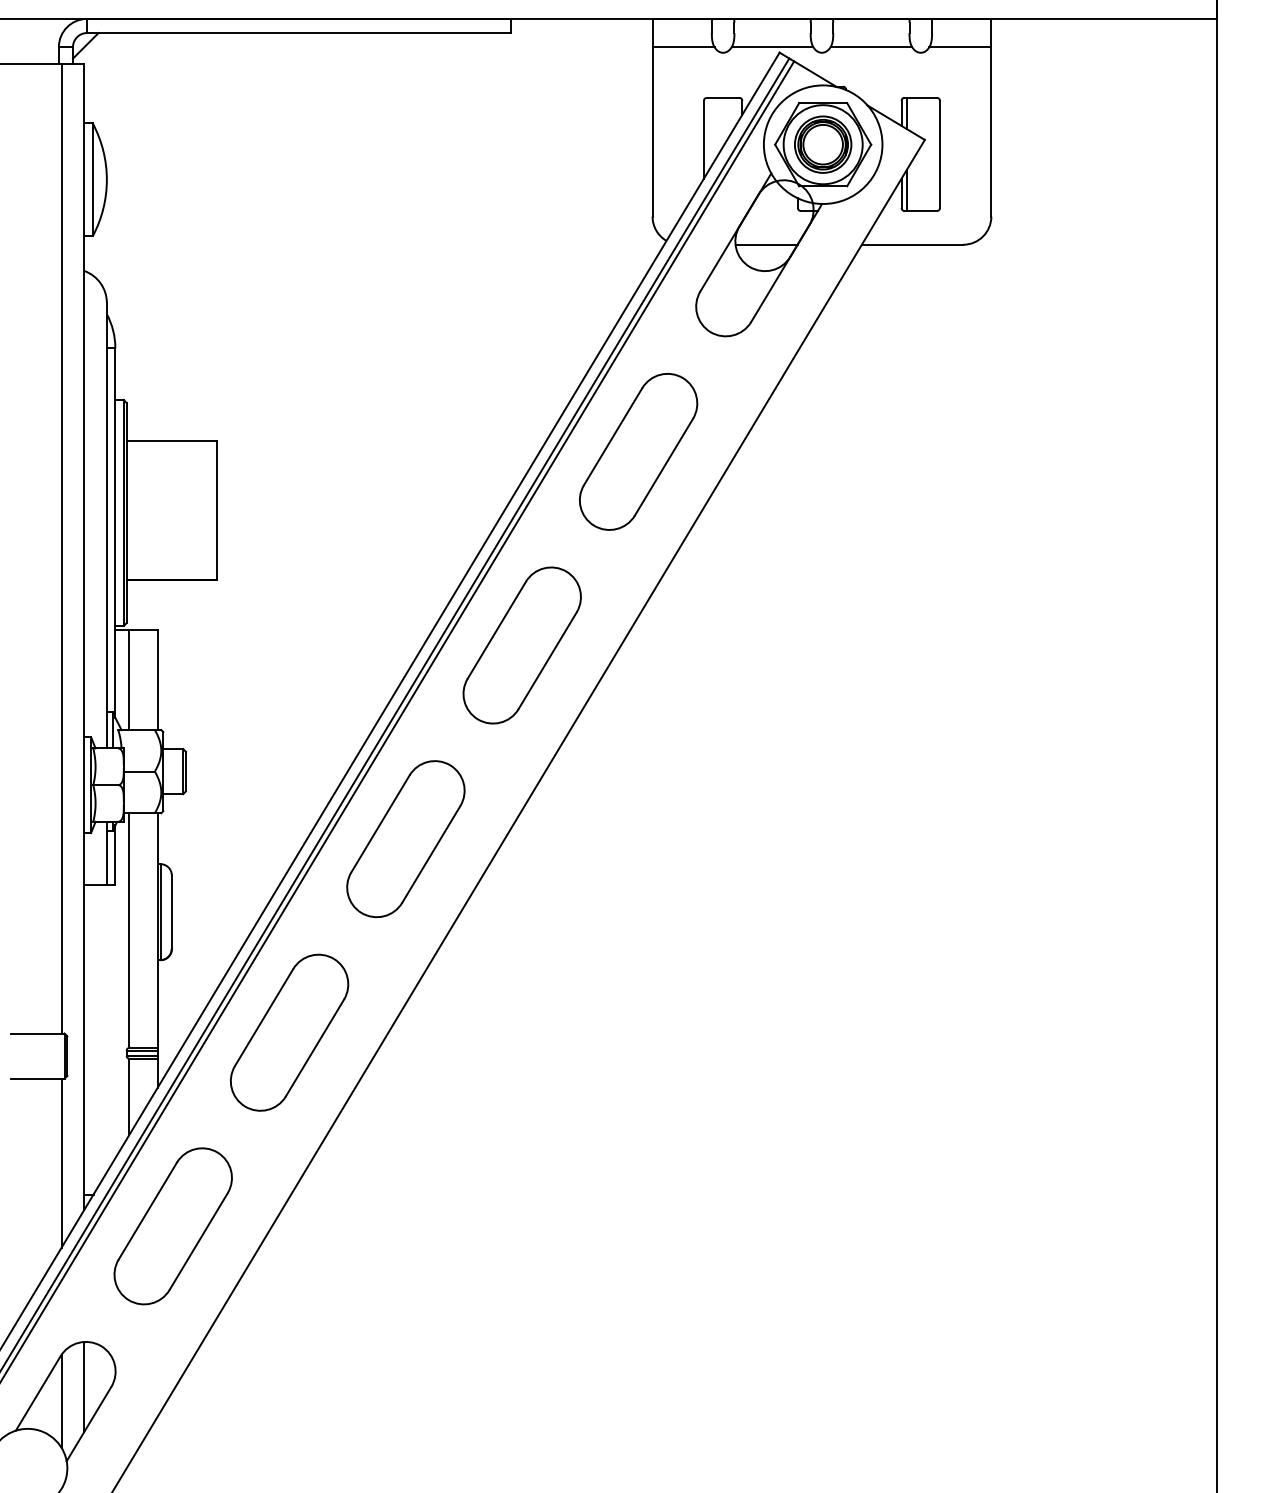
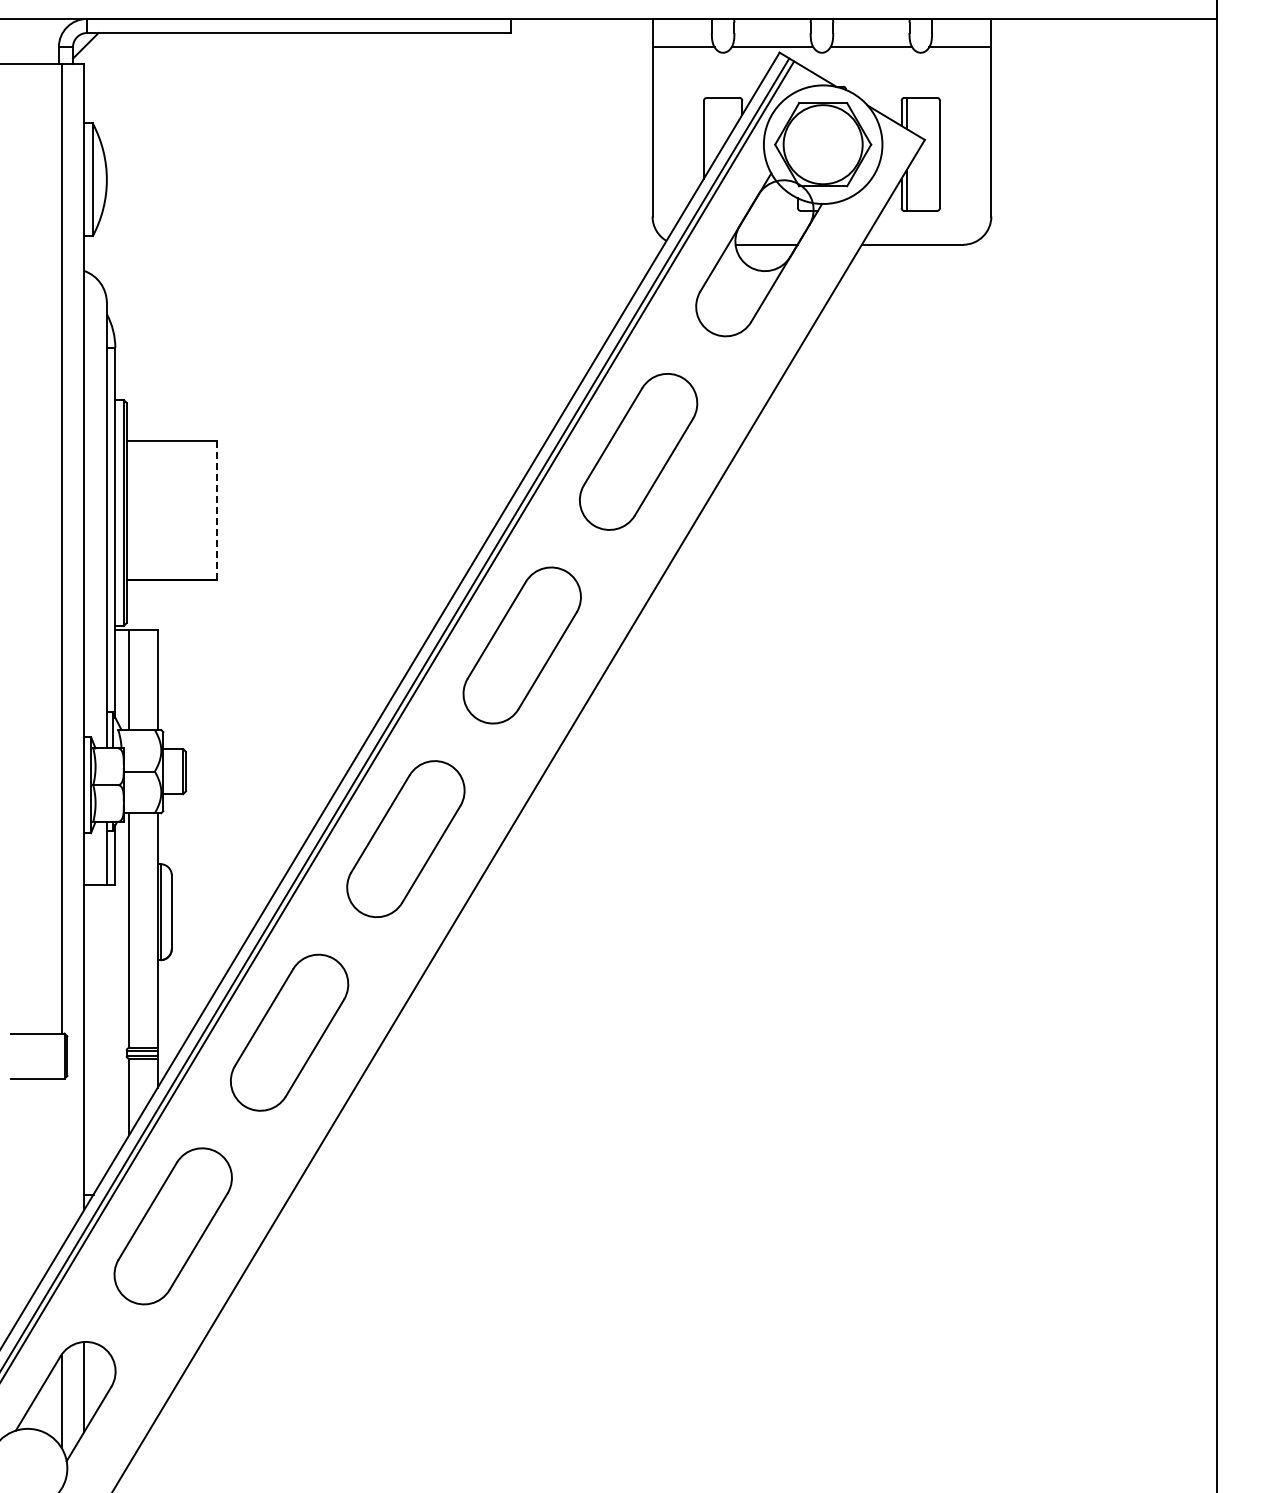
part at (823, 144): present -> none
line at (217, 511): solid -> dashed
line at (61, 1162): present -> none
